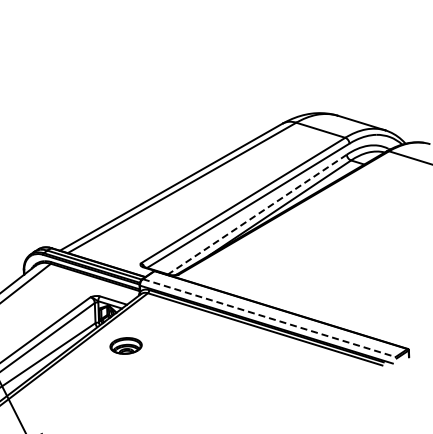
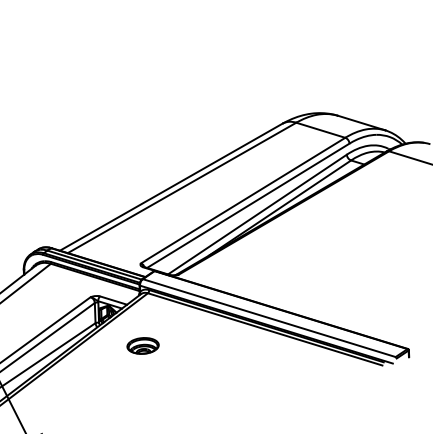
line at (257, 214): dashed -> solid
line at (269, 318): dashed -> solid
part at (125, 345) position: (125, 345) -> (142, 345)
